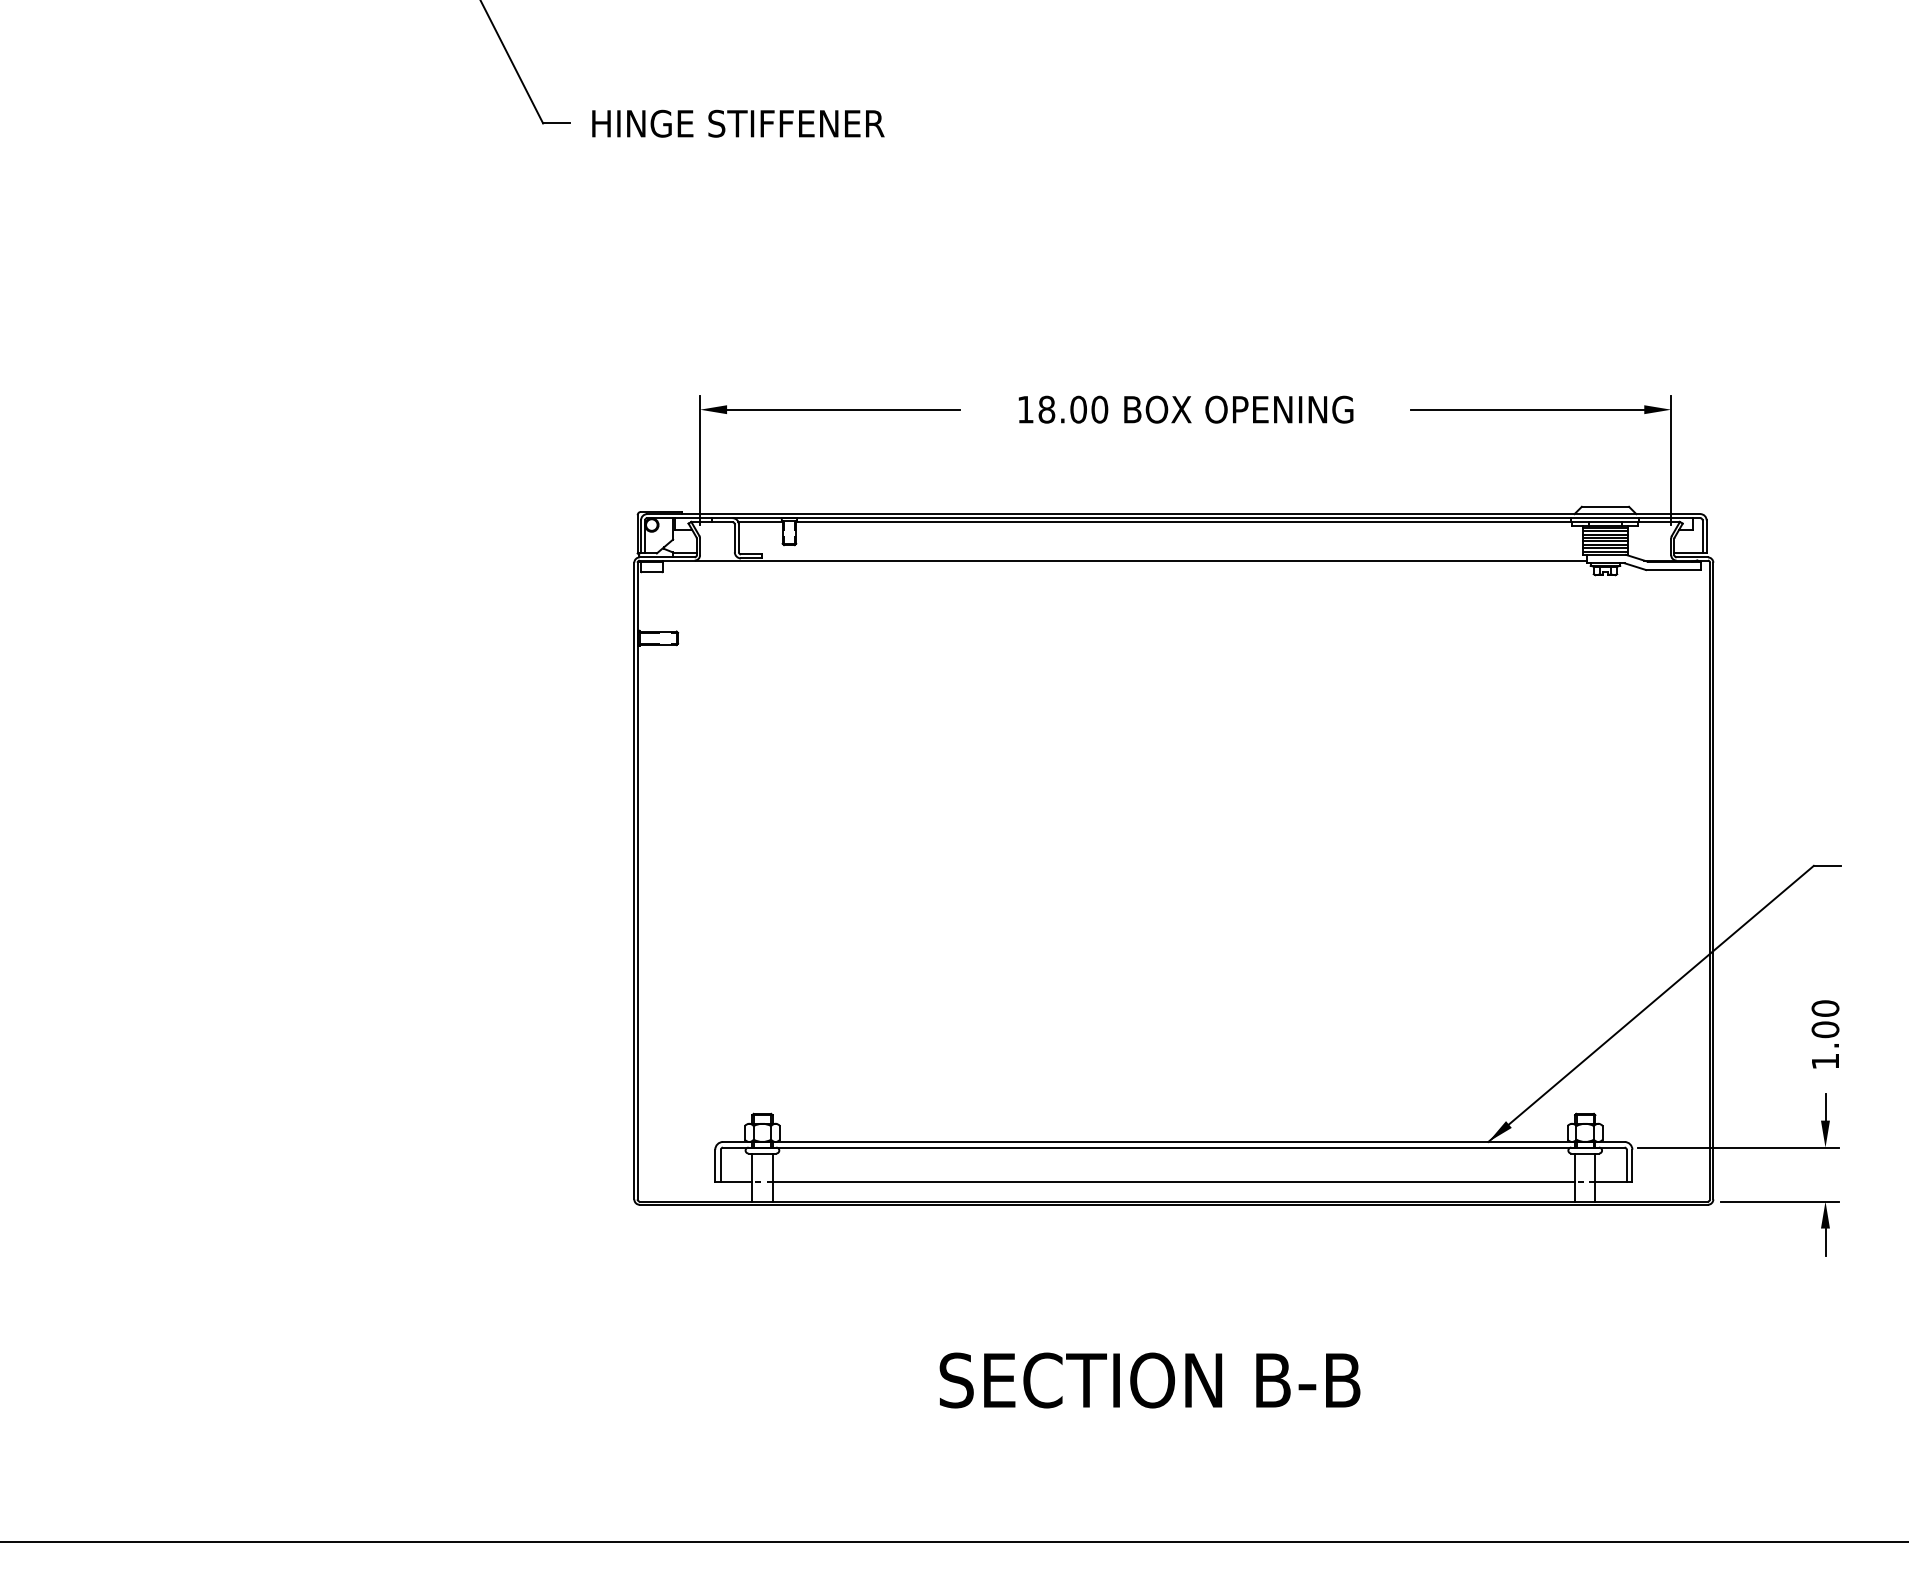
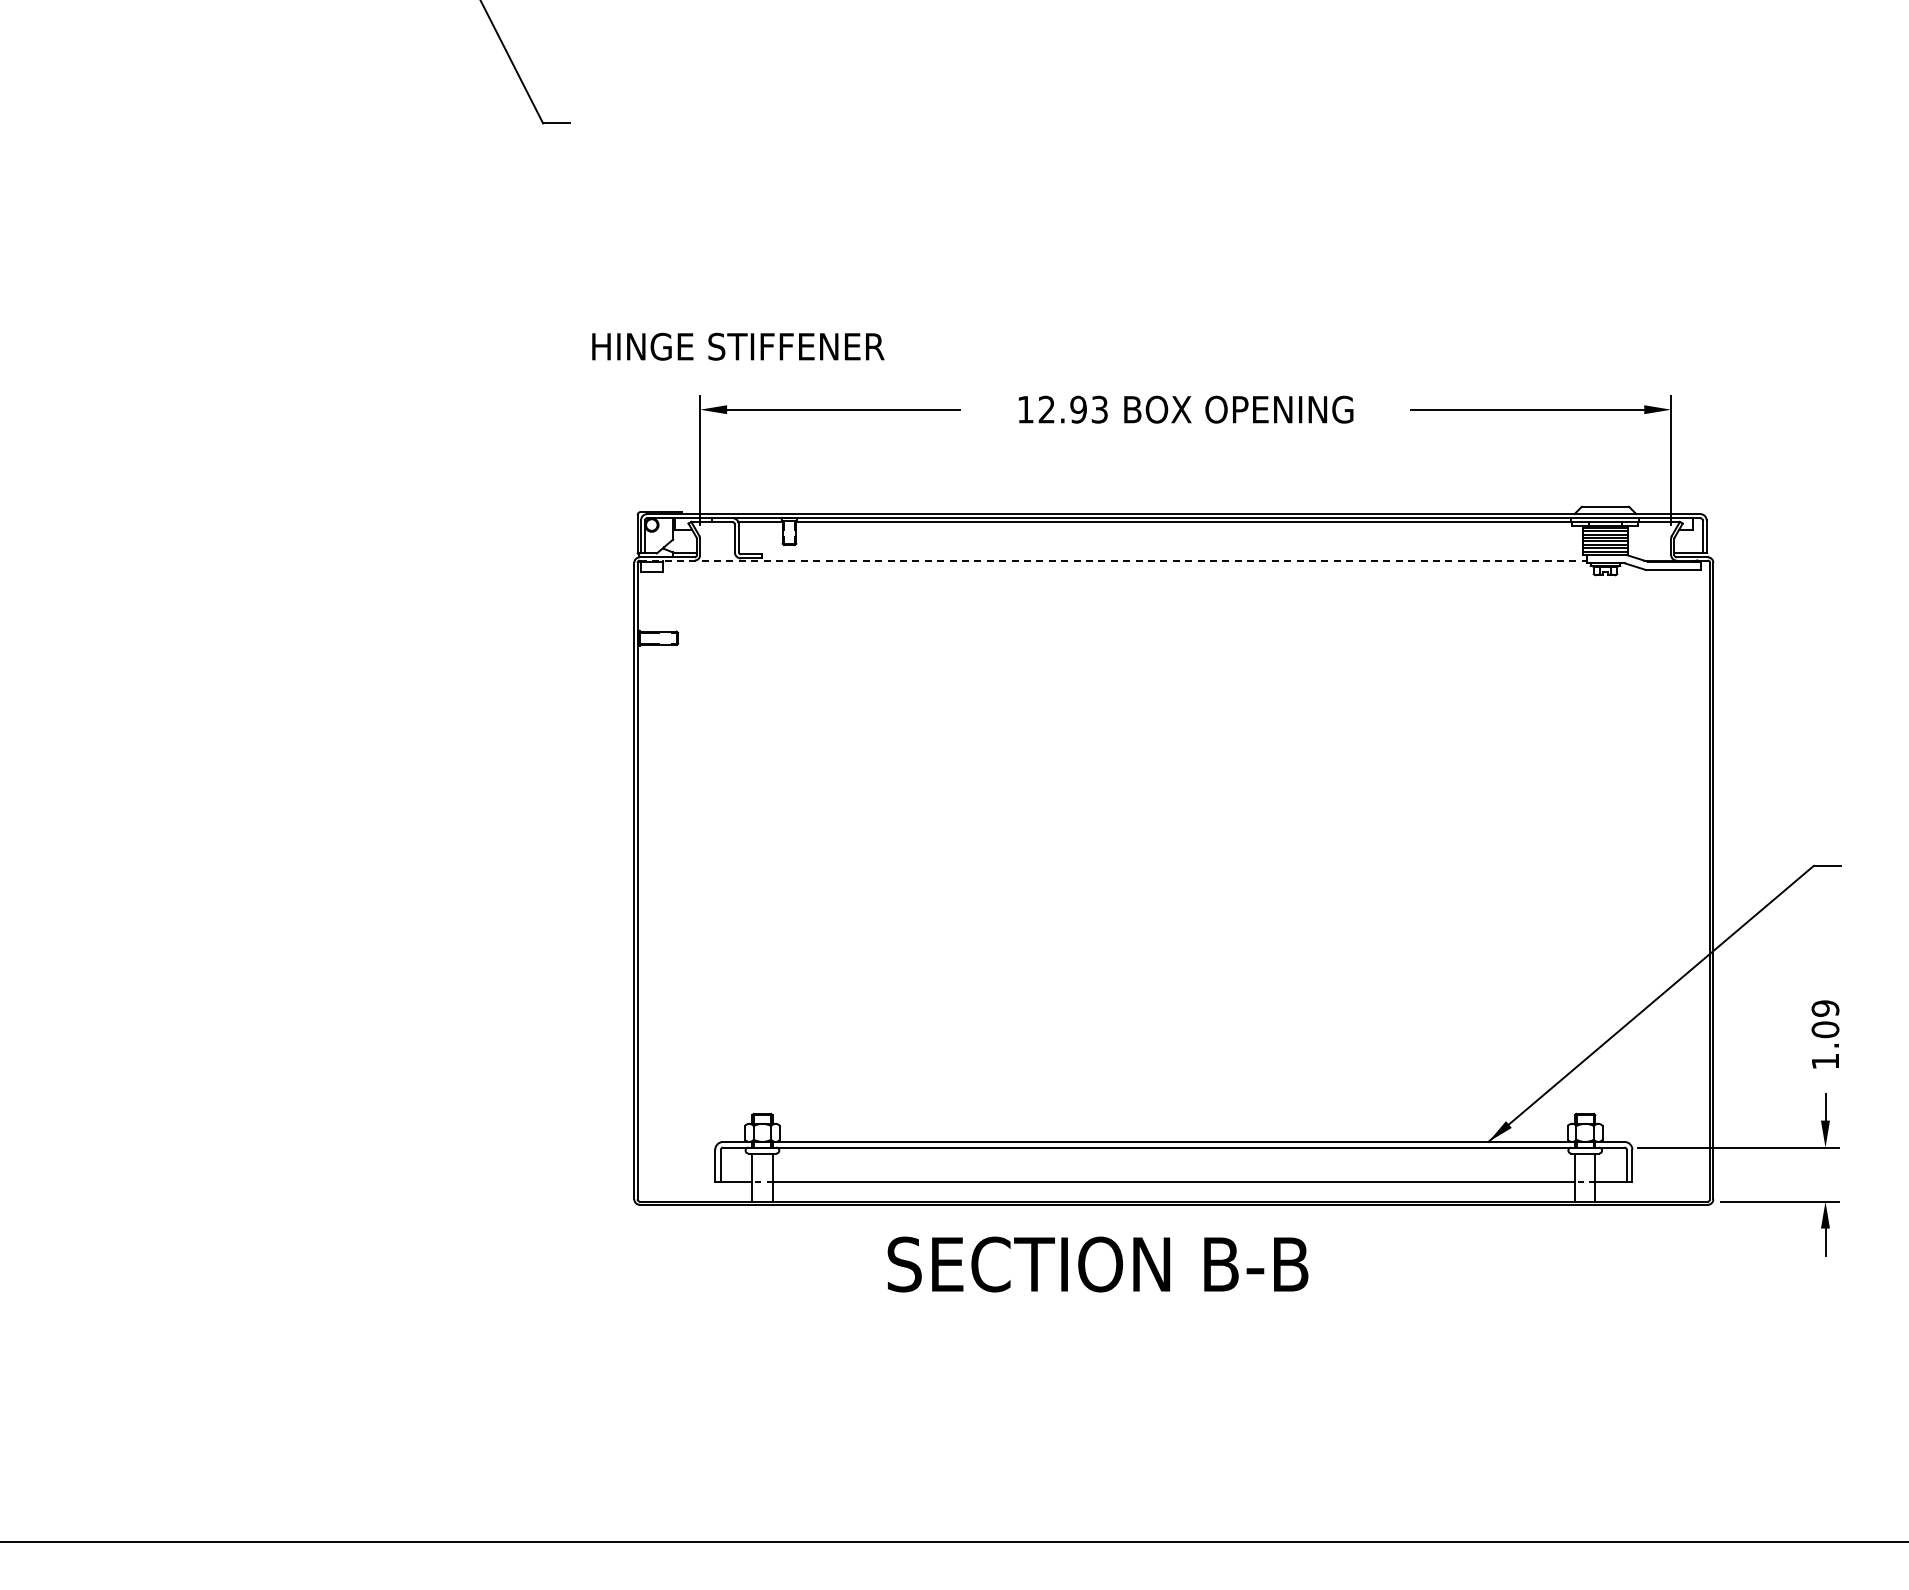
text at (738, 123) position: (738, 123) -> (738, 346)
text at (1073, 409): 18.00 -> 12.93
line at (1113, 560): solid -> dashed
text at (1825, 1008): 1.00 -> 1.09
text at (1149, 1380) position: (1149, 1380) -> (1097, 1264)
